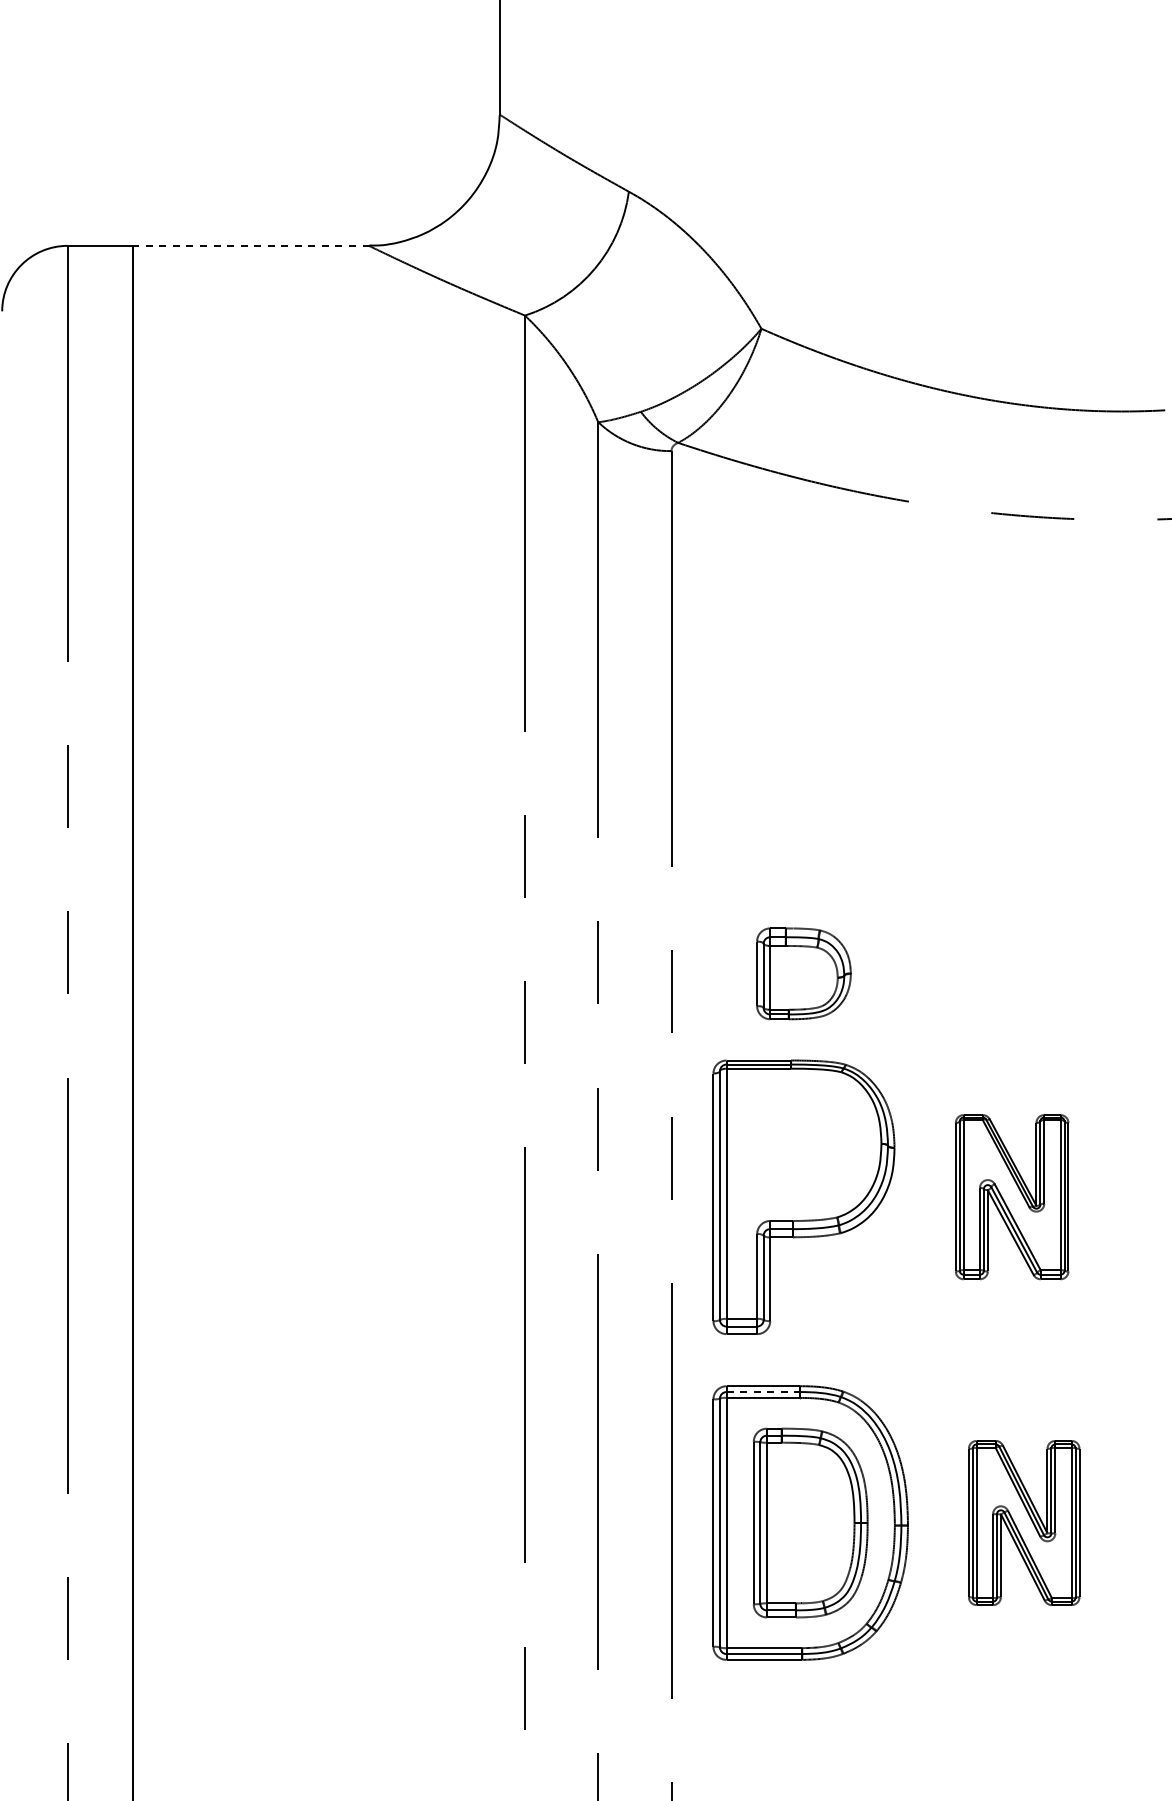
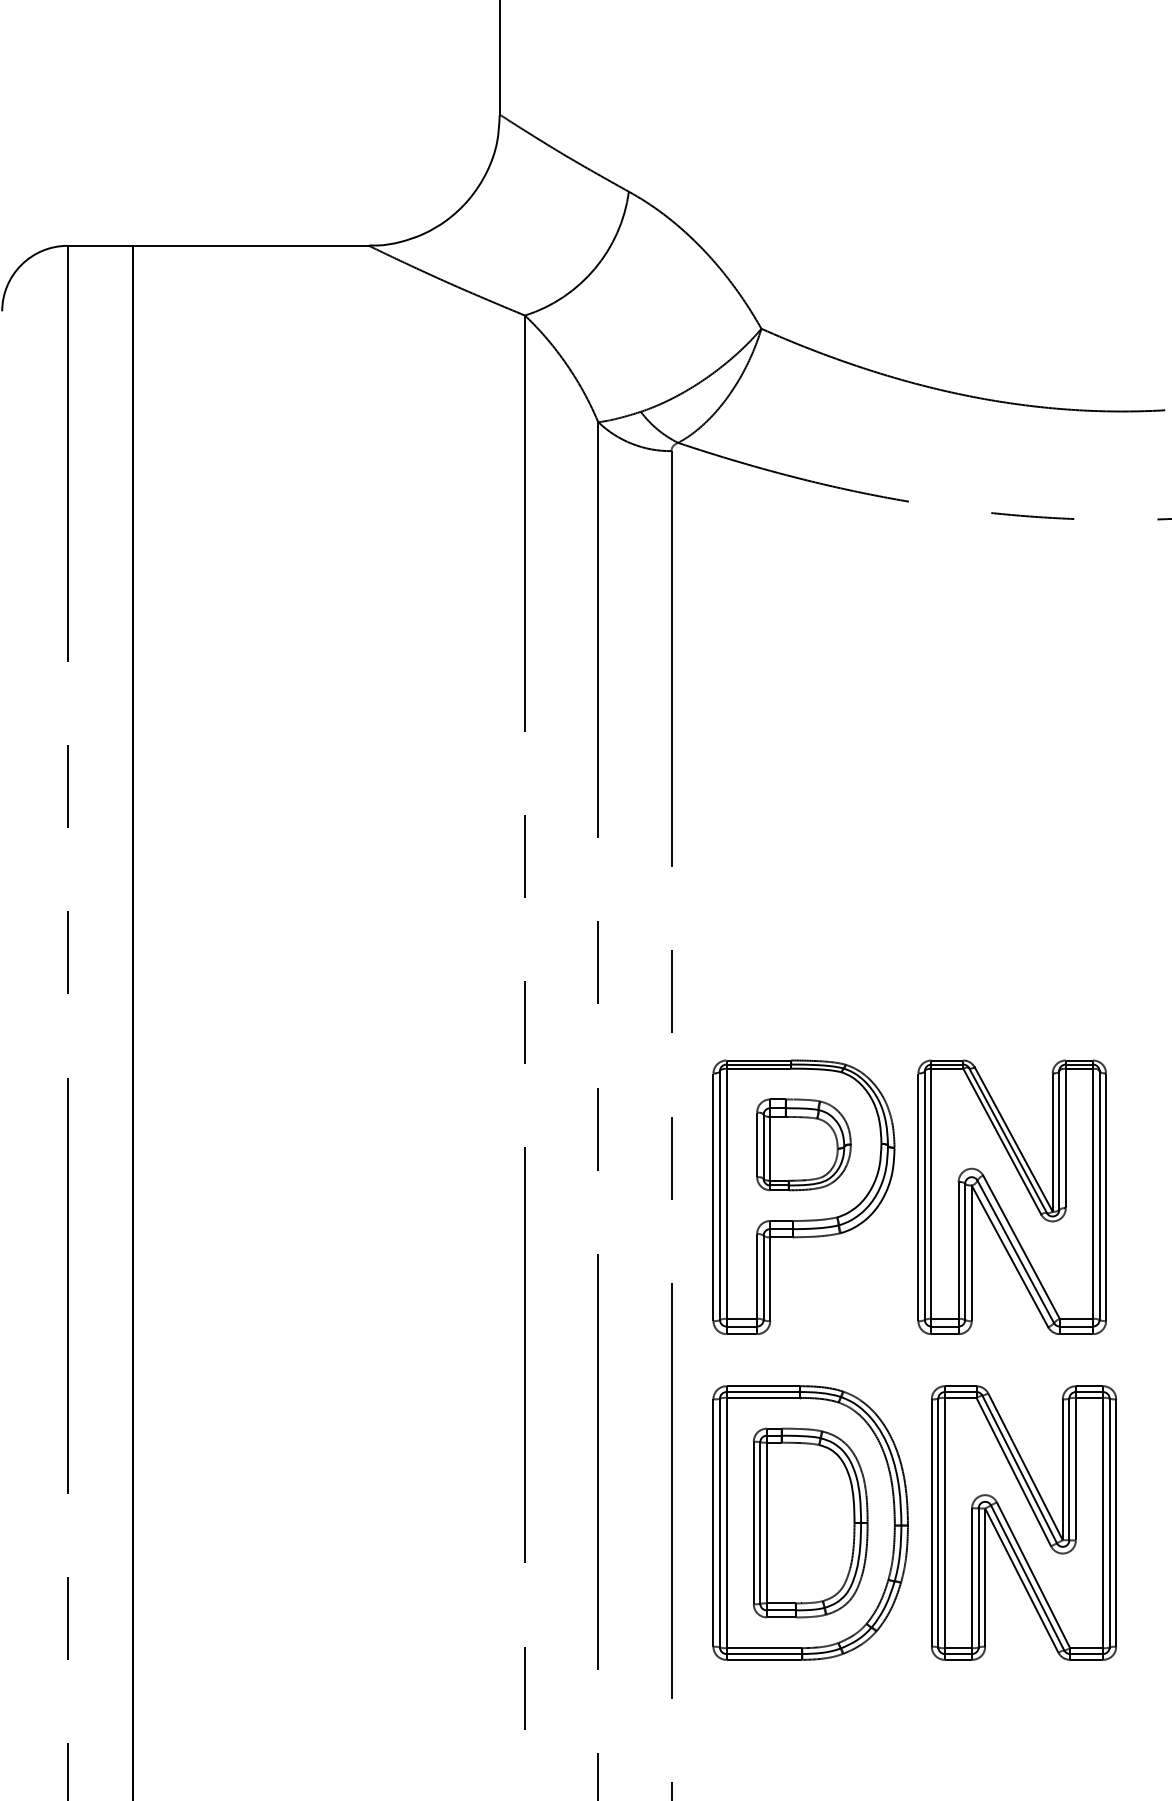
line at (250, 245): dashed -> solid
part at (803, 973) position: (803, 973) -> (803, 1144)
part at (1012, 1197) size: 115x167 px -> 190x276 px
line at (763, 1392): dashed -> solid
part at (1024, 1522) size: 113x166 px -> 187x276 px
